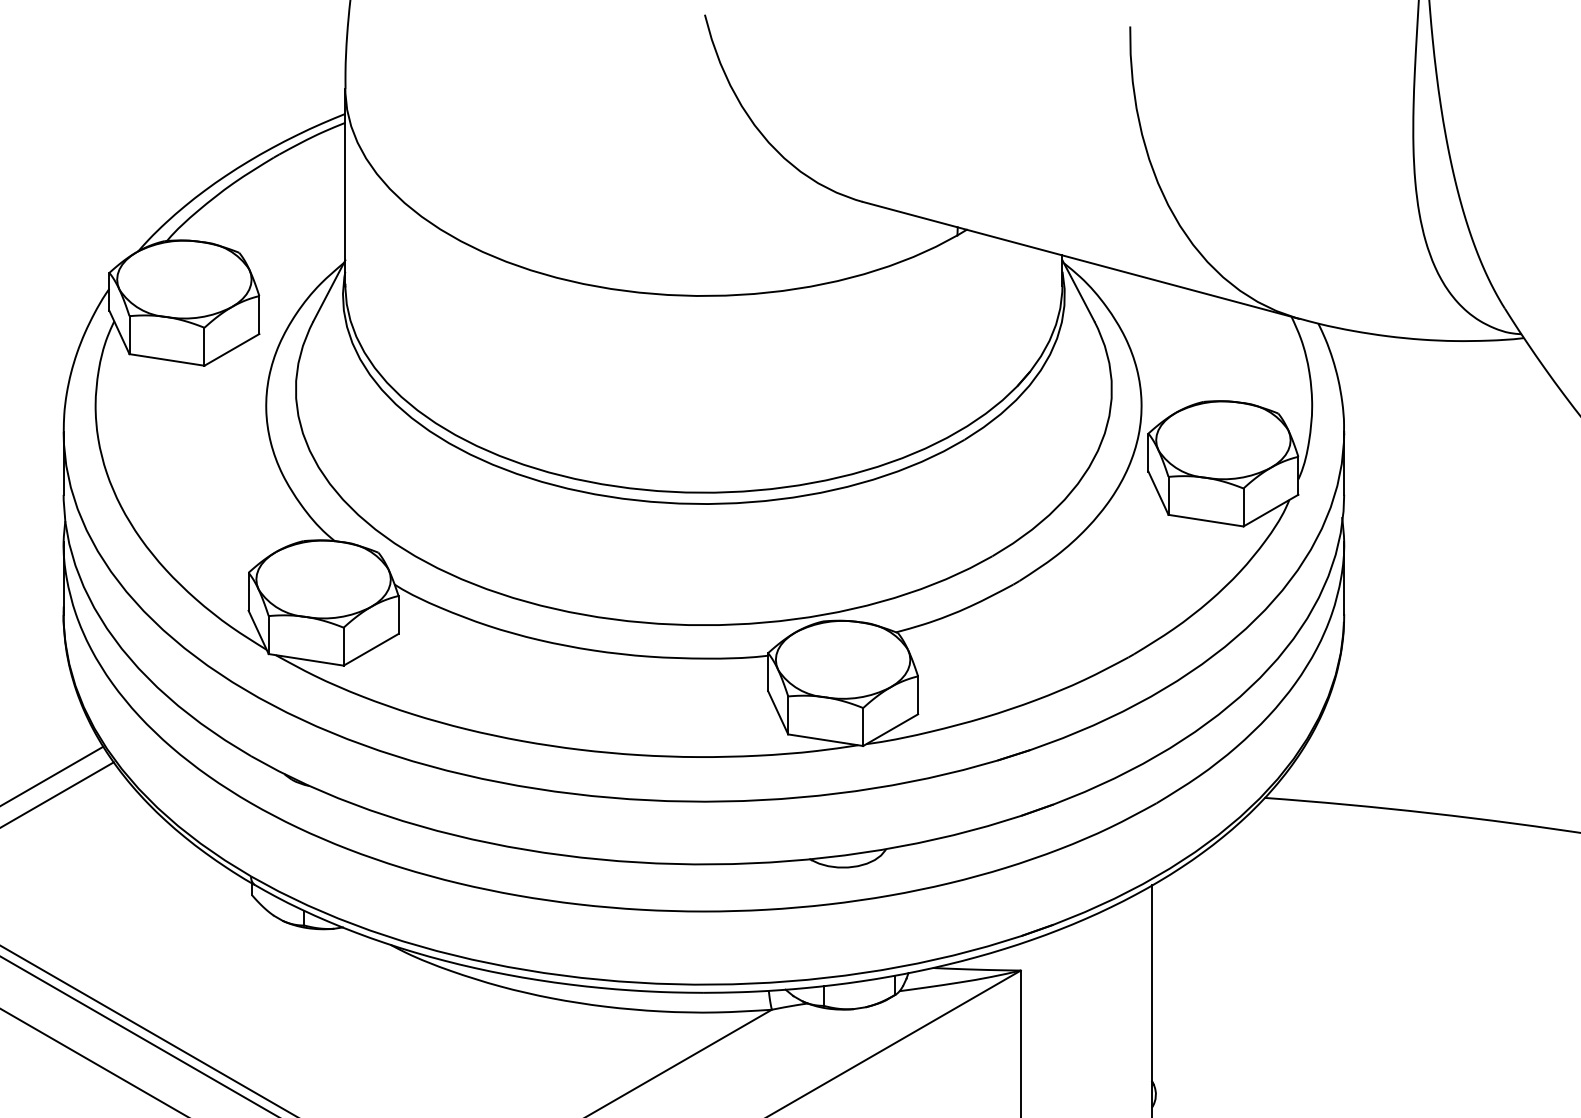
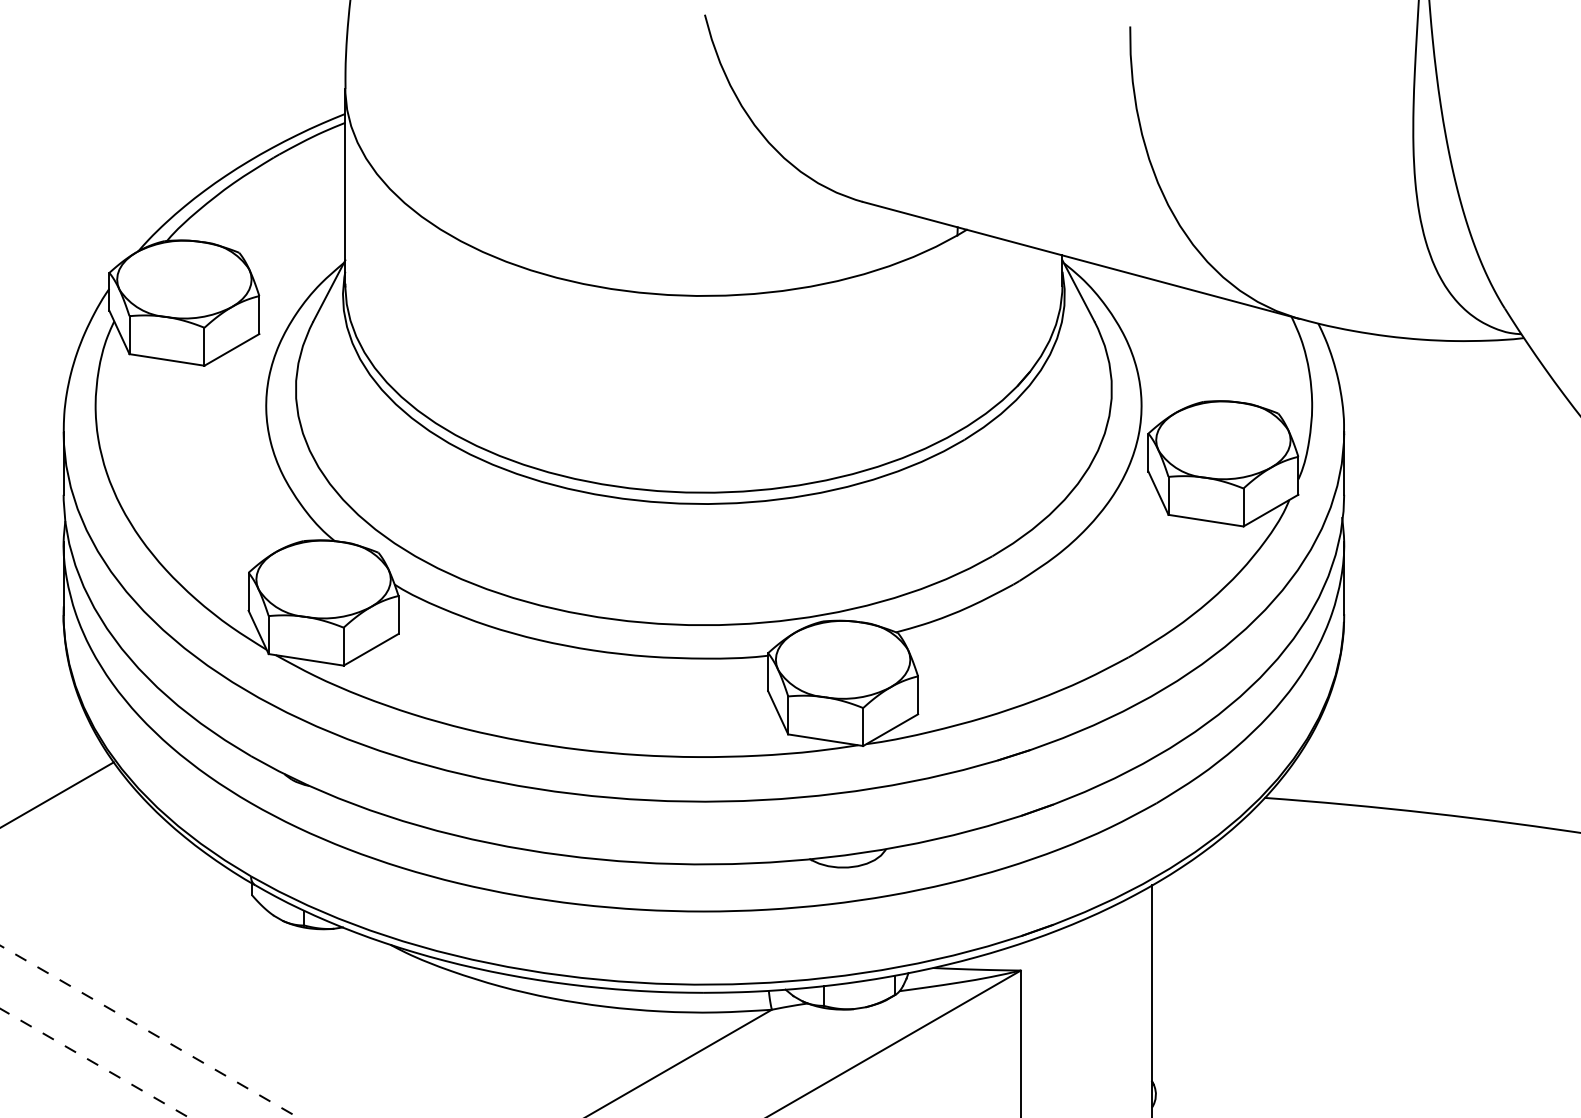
line at (52, 775): present -> none
line at (149, 1031): solid -> dashed
line at (138, 1035): present -> none
line at (95, 1063): solid -> dashed
